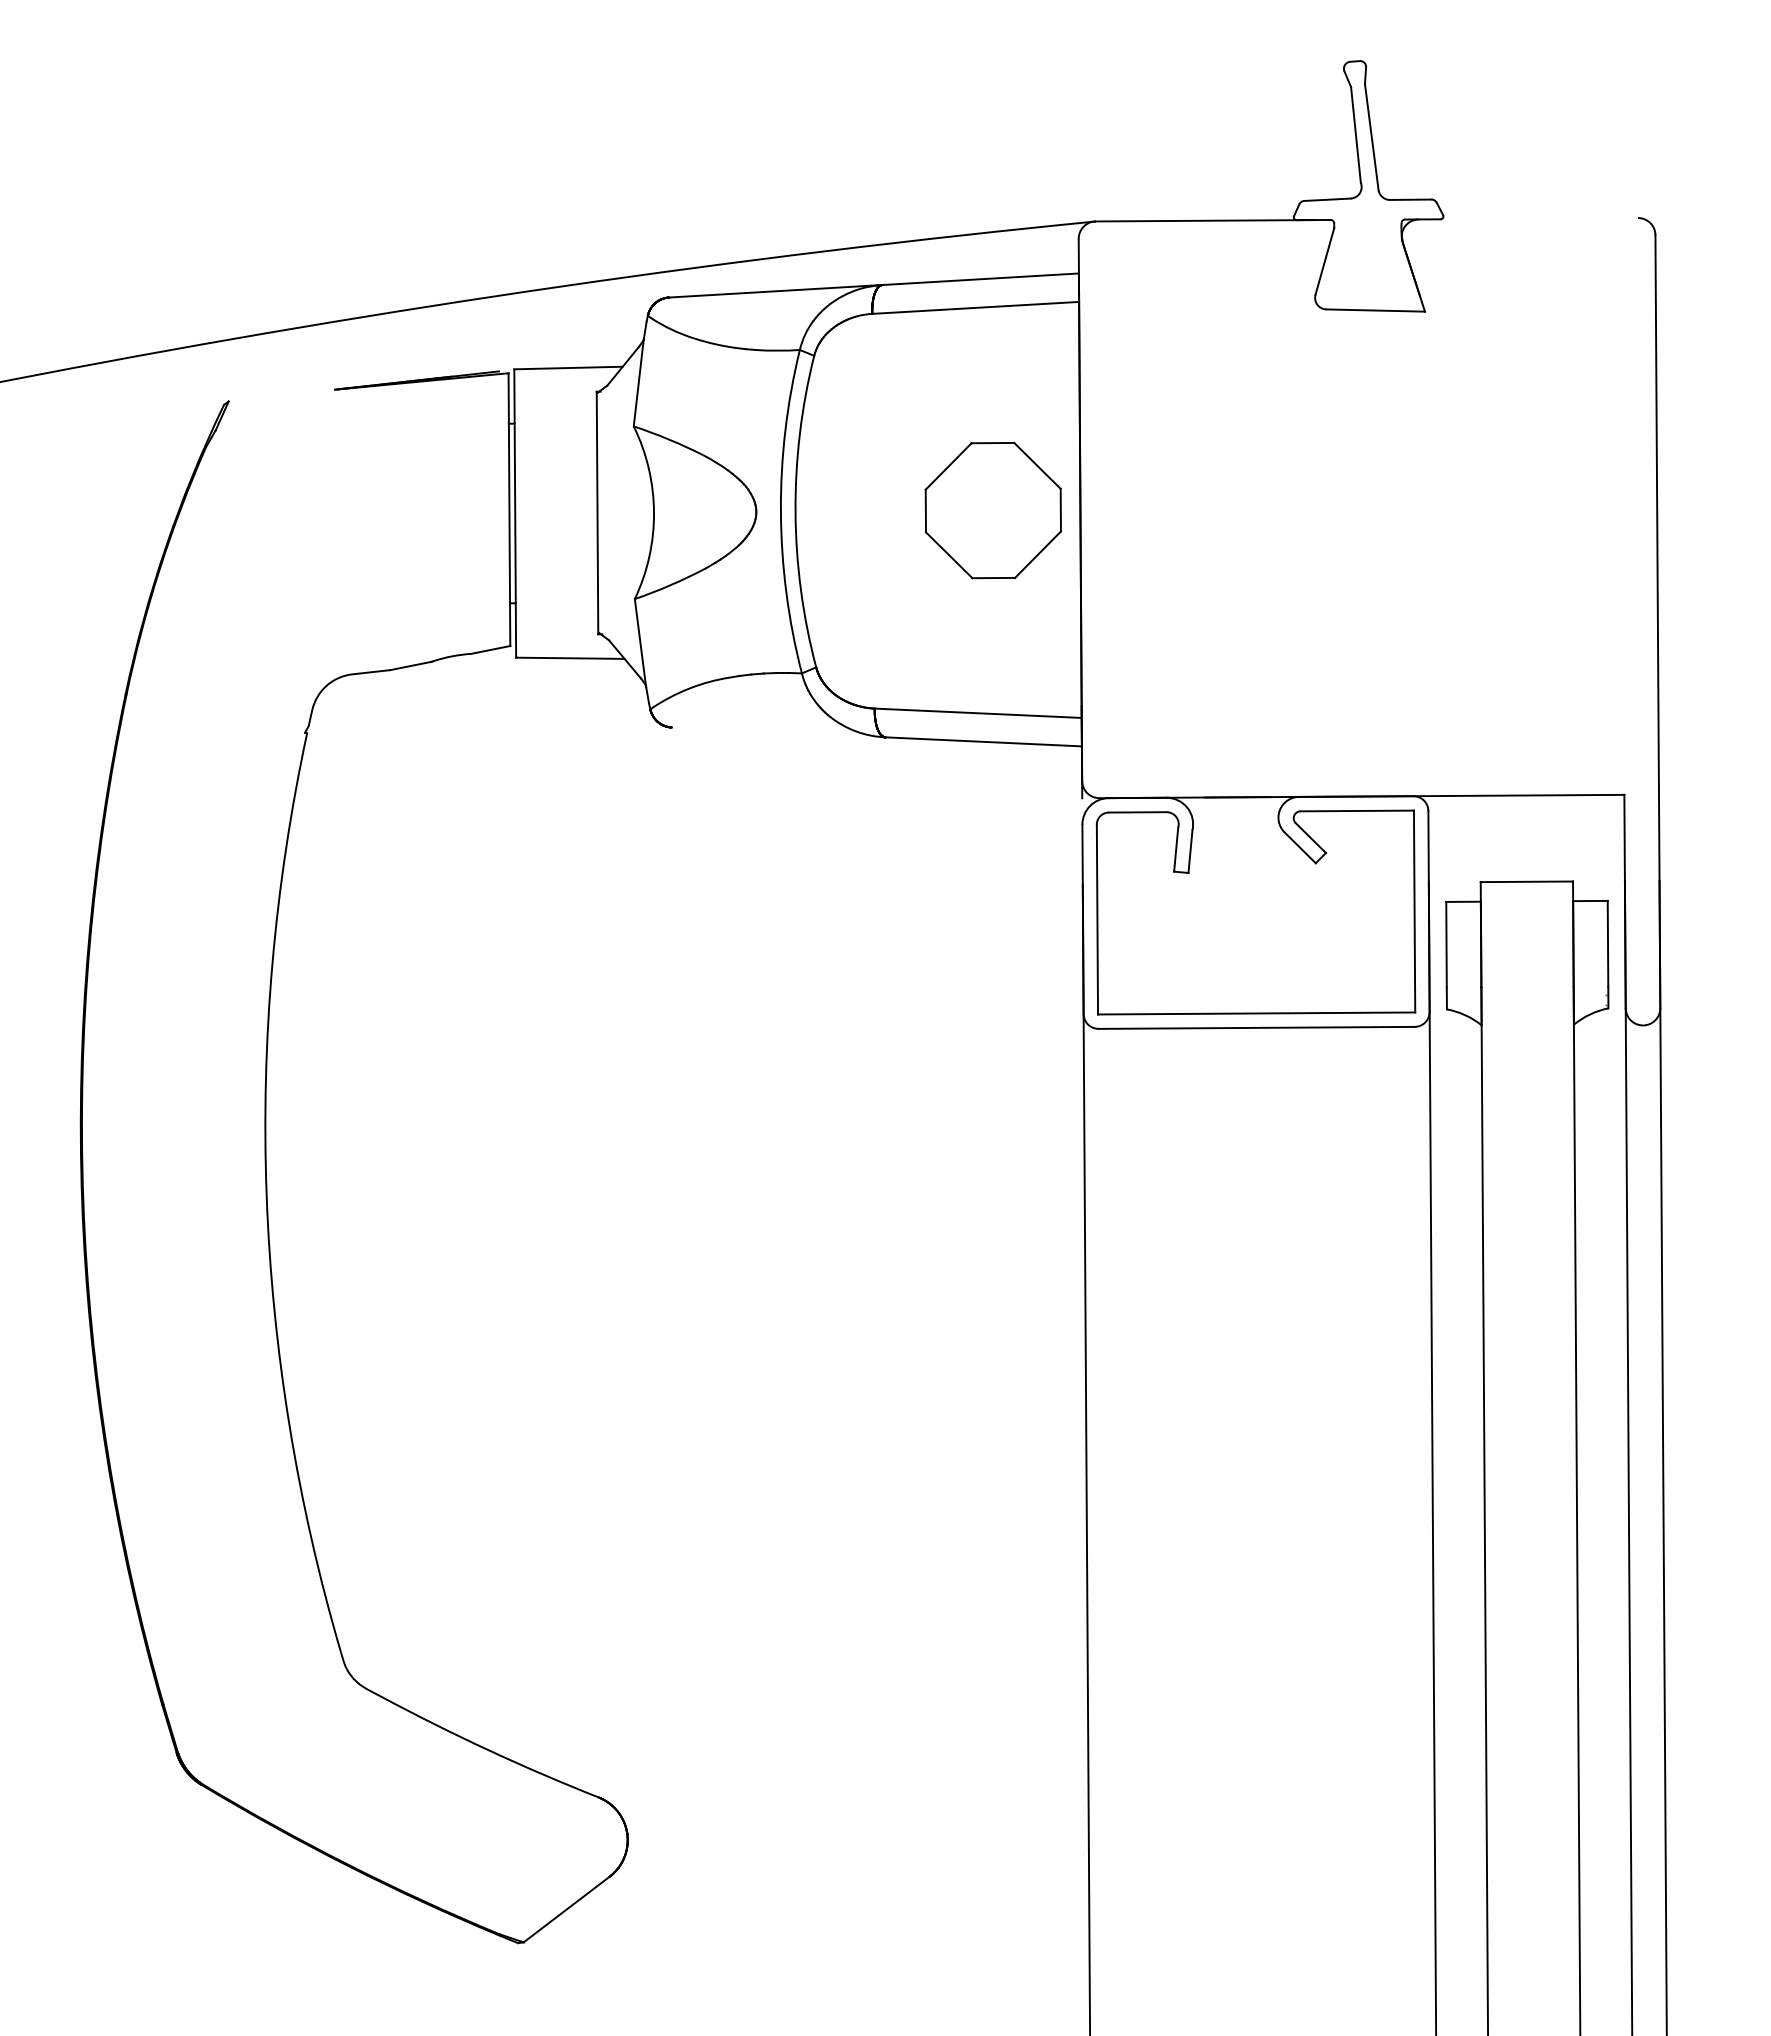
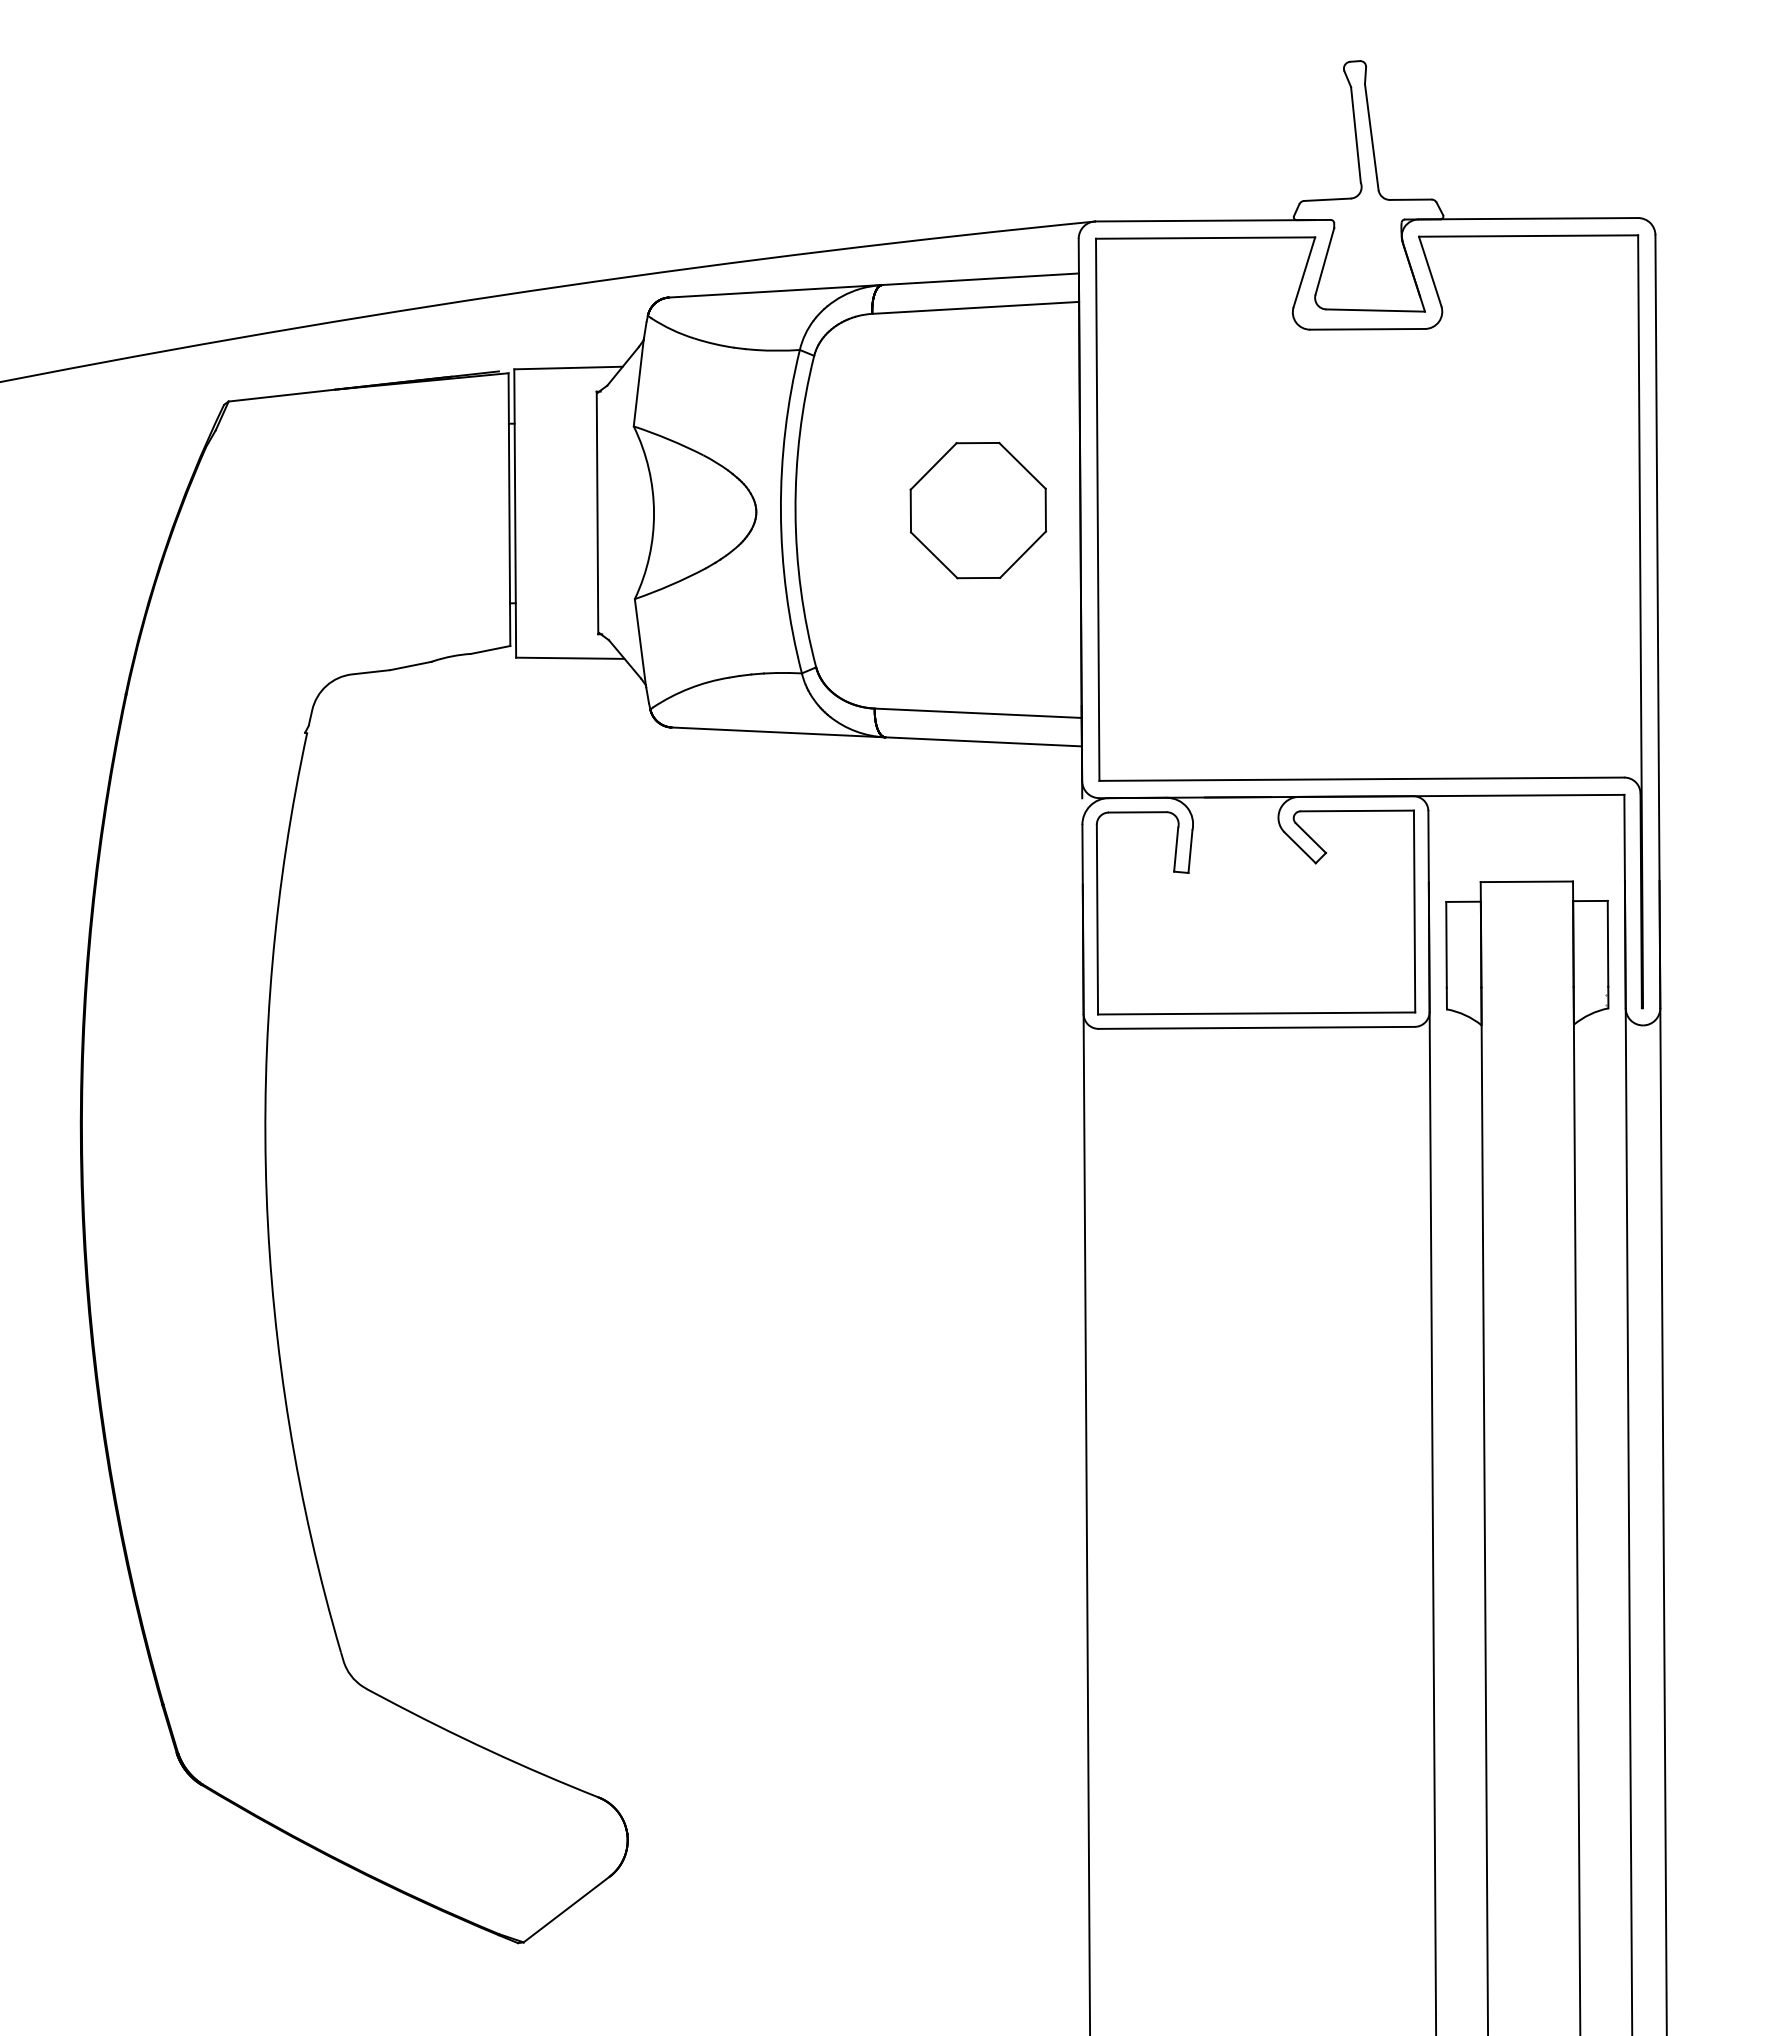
line at (1528, 218): none -> present
line at (281, 395): none -> present
part at (992, 510) position: (992, 510) -> (977, 510)
part at (1369, 621): none -> present
line at (778, 732): none -> present
